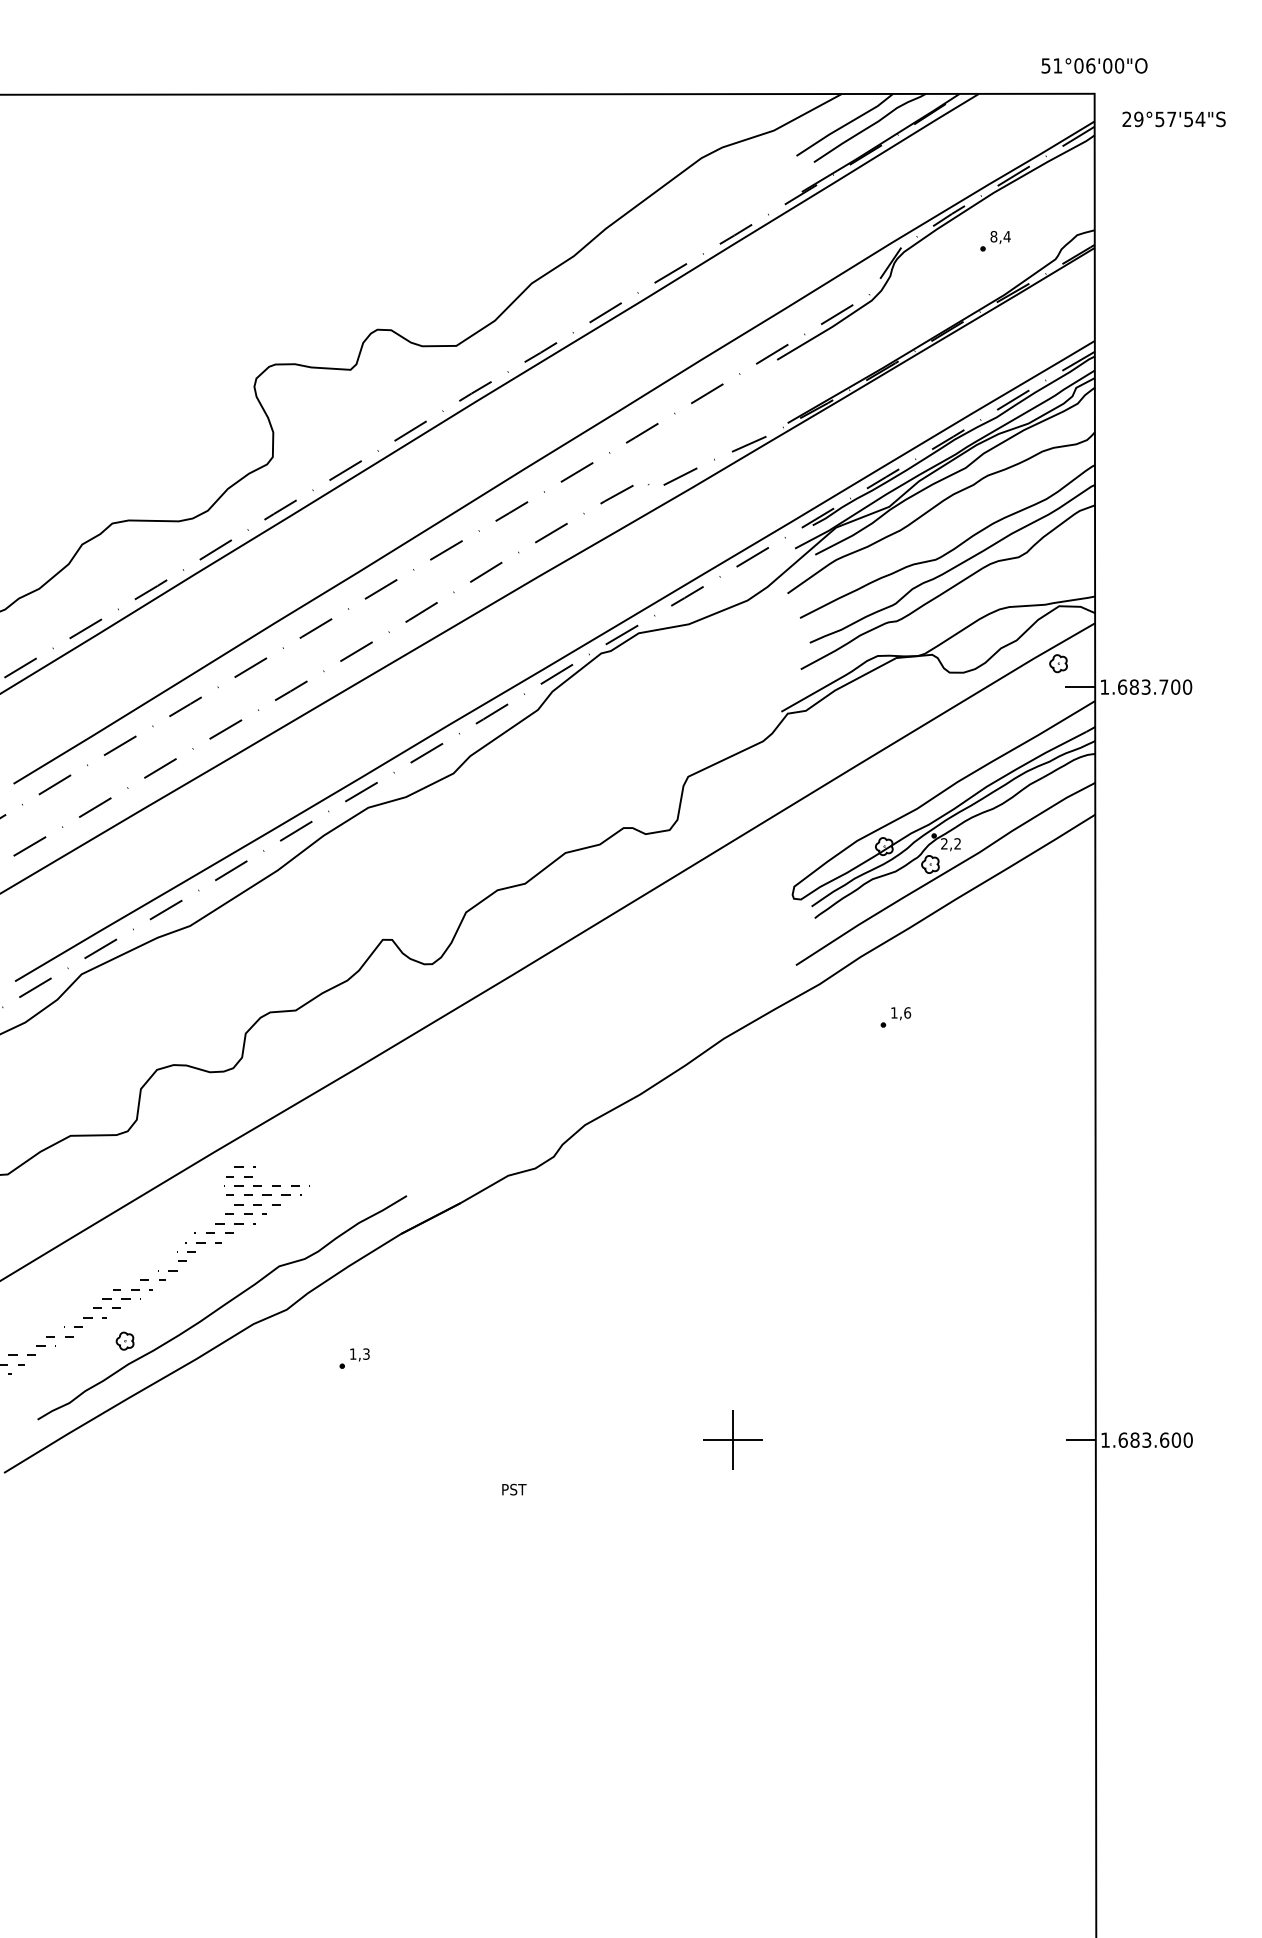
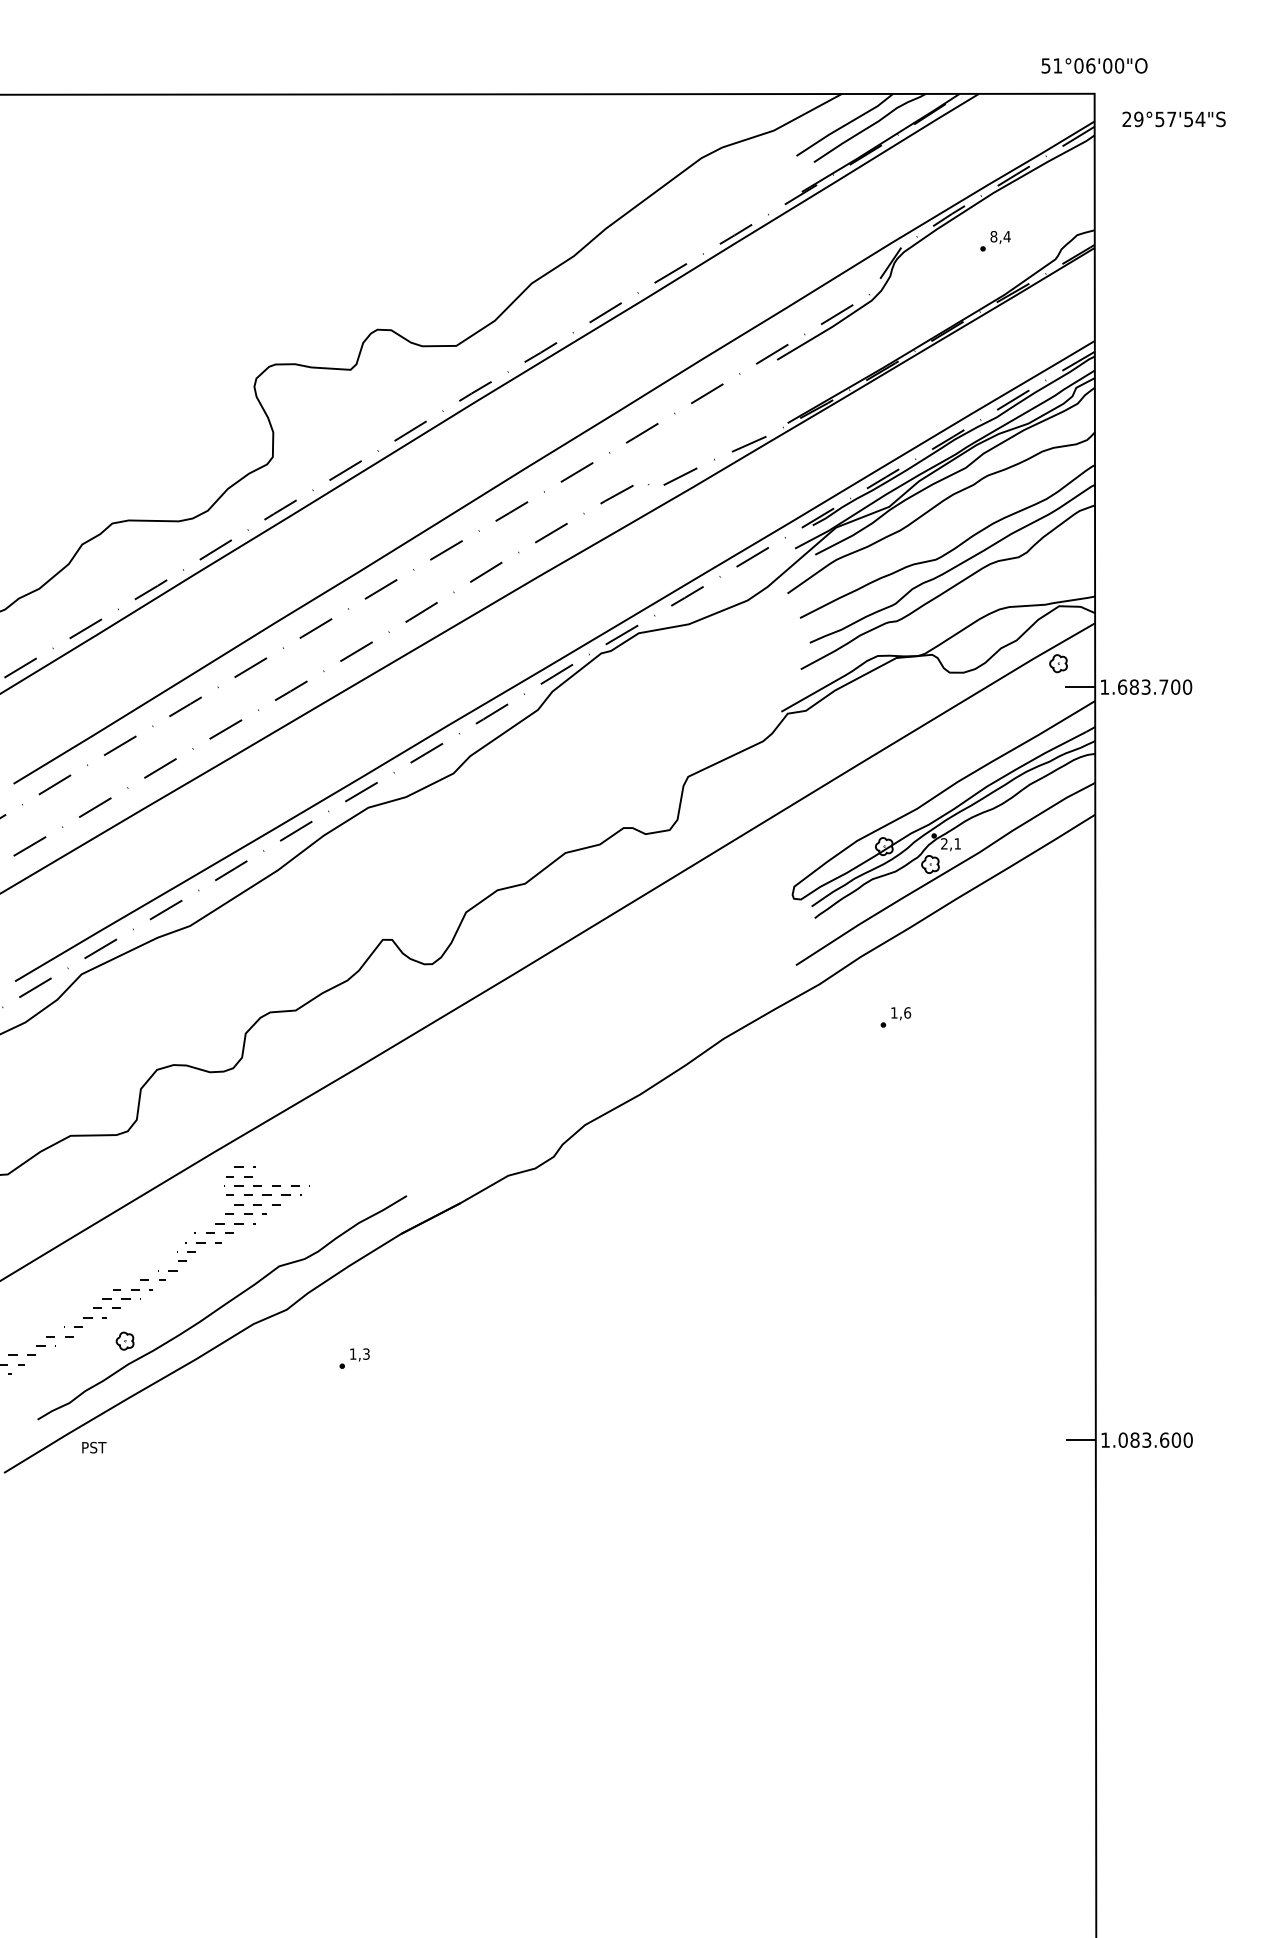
text at (957, 843): 2,2 -> 2,1
part at (732, 1439): present -> none
text at (1122, 1439): 1.683.600 -> 1.083.600
text at (514, 1489) position: (514, 1489) -> (94, 1447)
